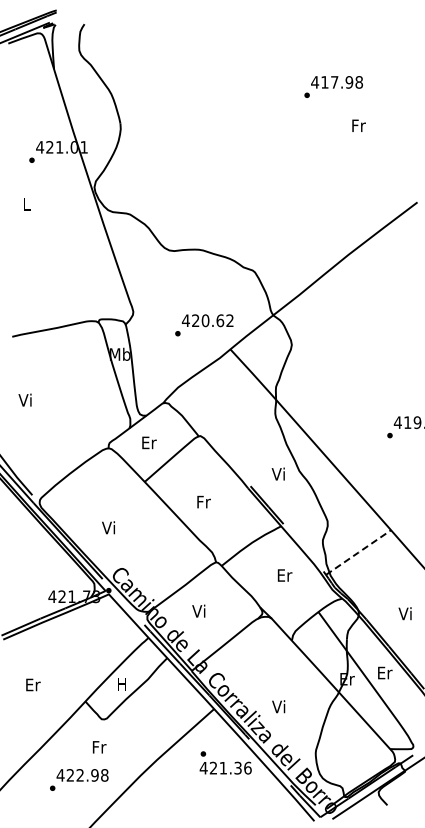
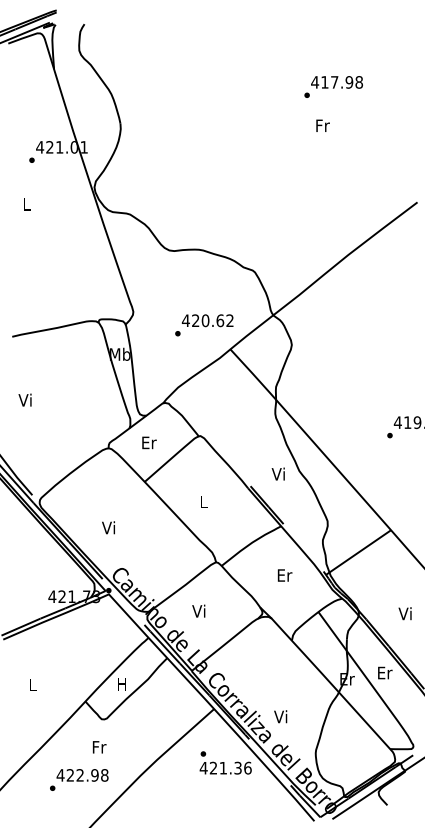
text at (358, 125) position: (358, 125) -> (322, 125)
text at (203, 501): Fr -> L
line at (358, 552): dashed -> solid
text at (33, 684): Er -> L
text at (278, 706) position: (278, 706) -> (280, 716)
